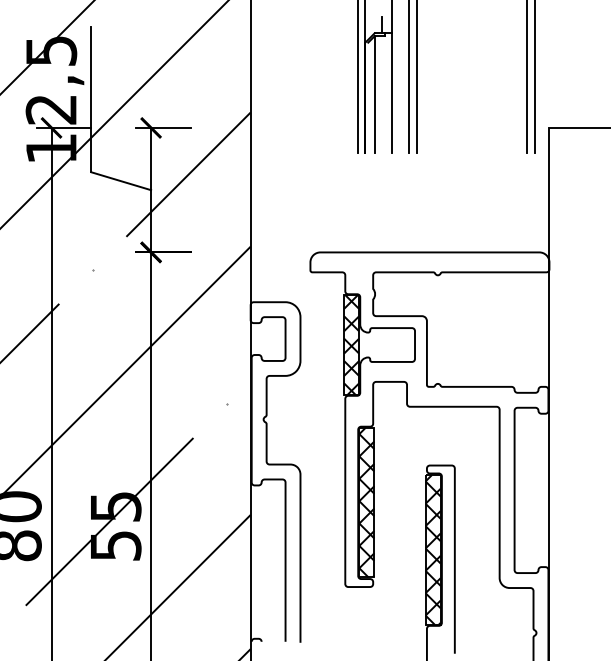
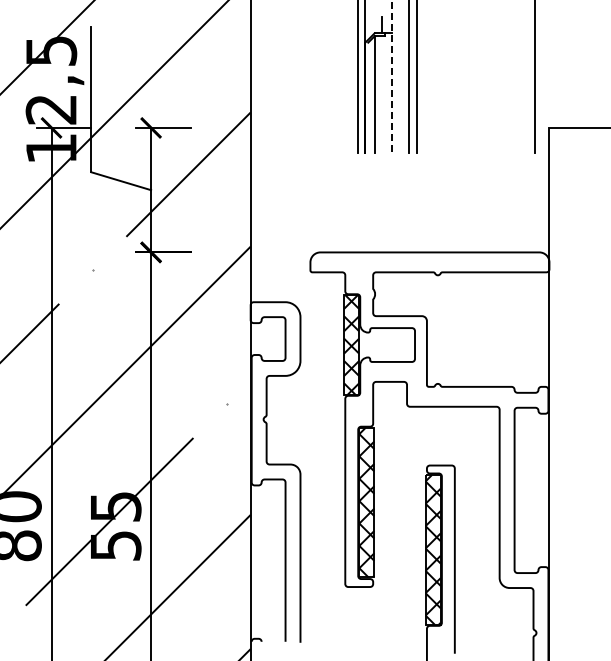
line at (392, 77): solid -> dashed
line at (526, 77): present -> none
